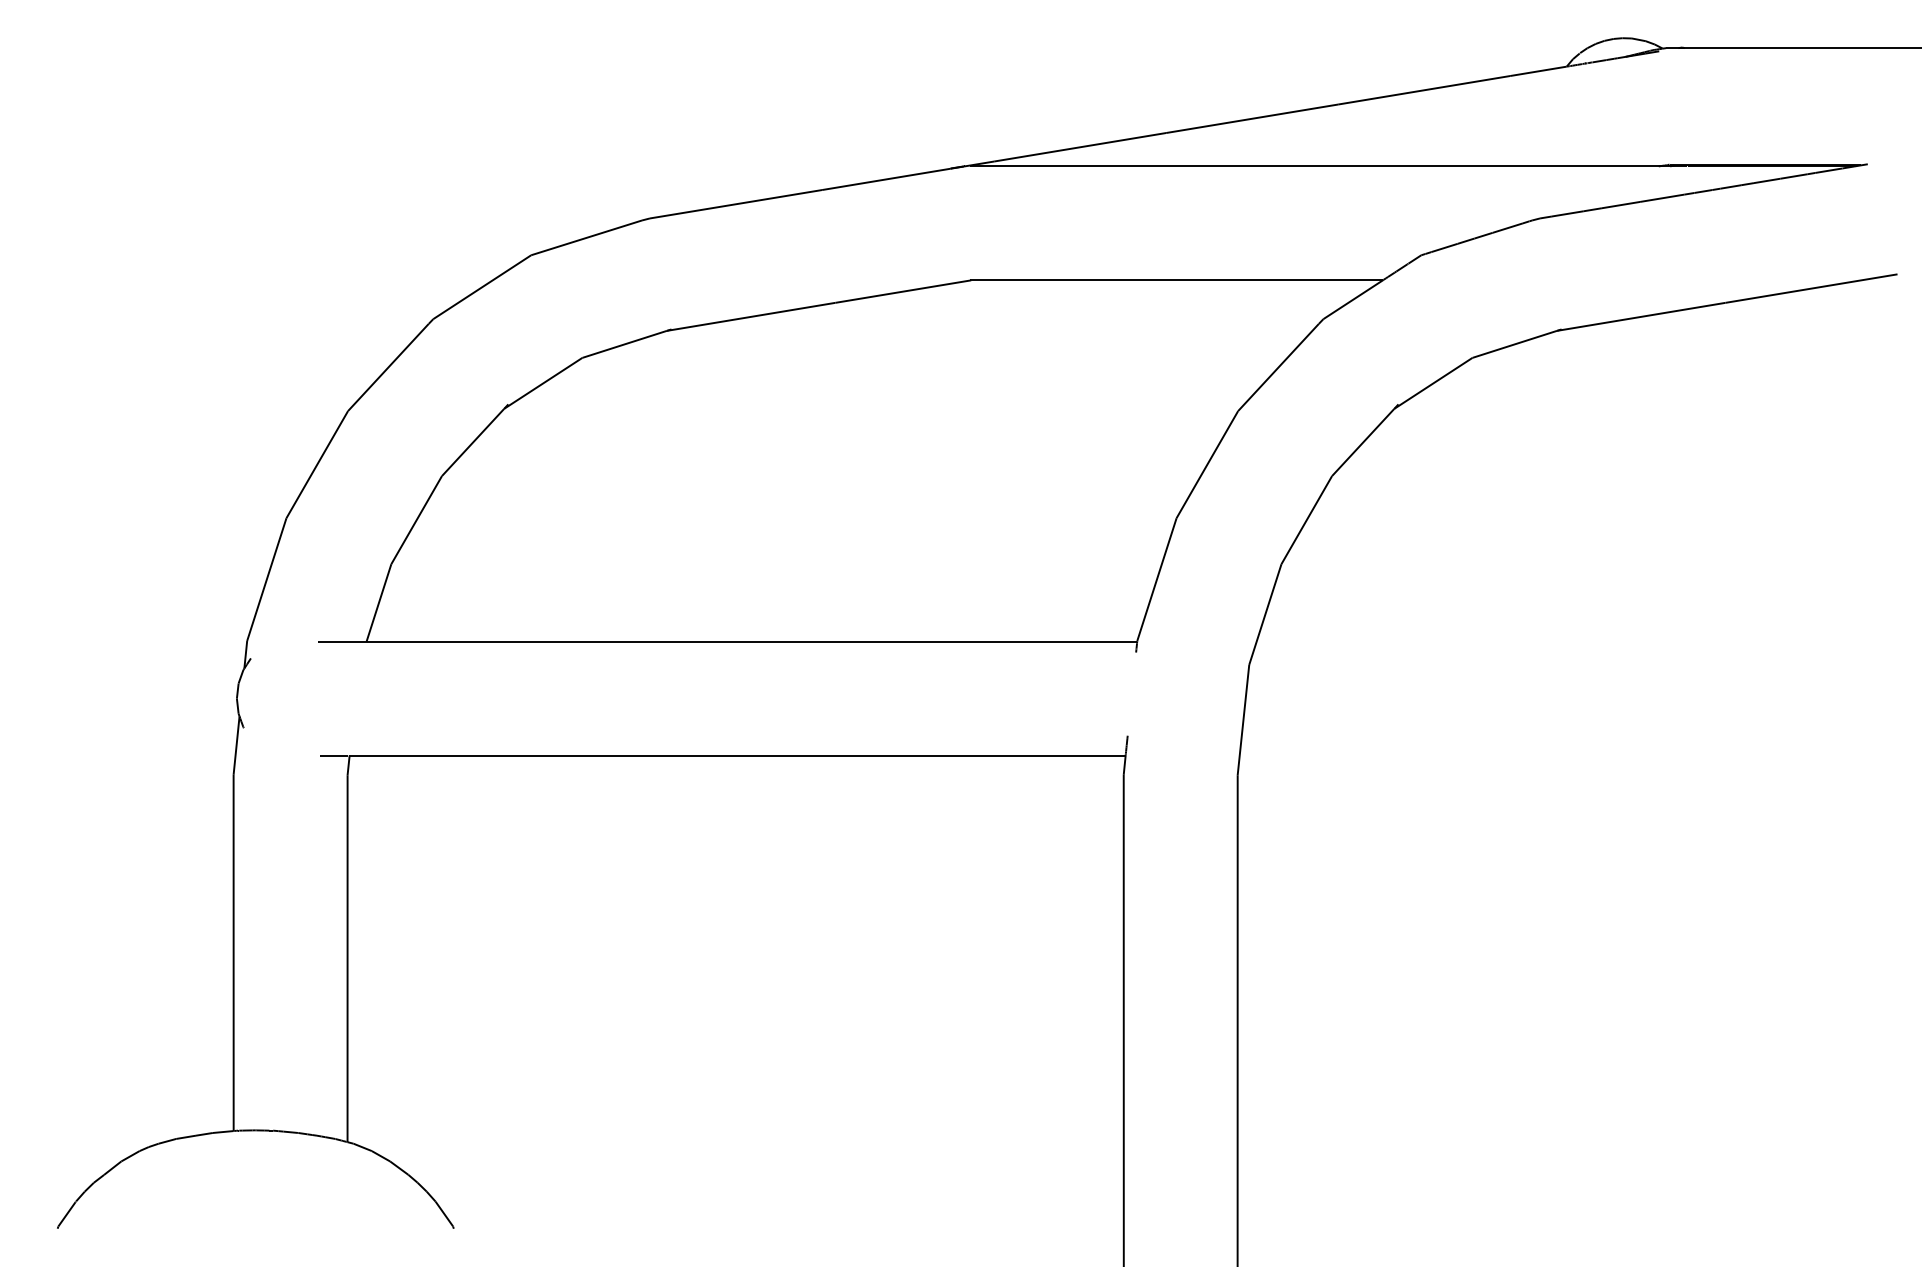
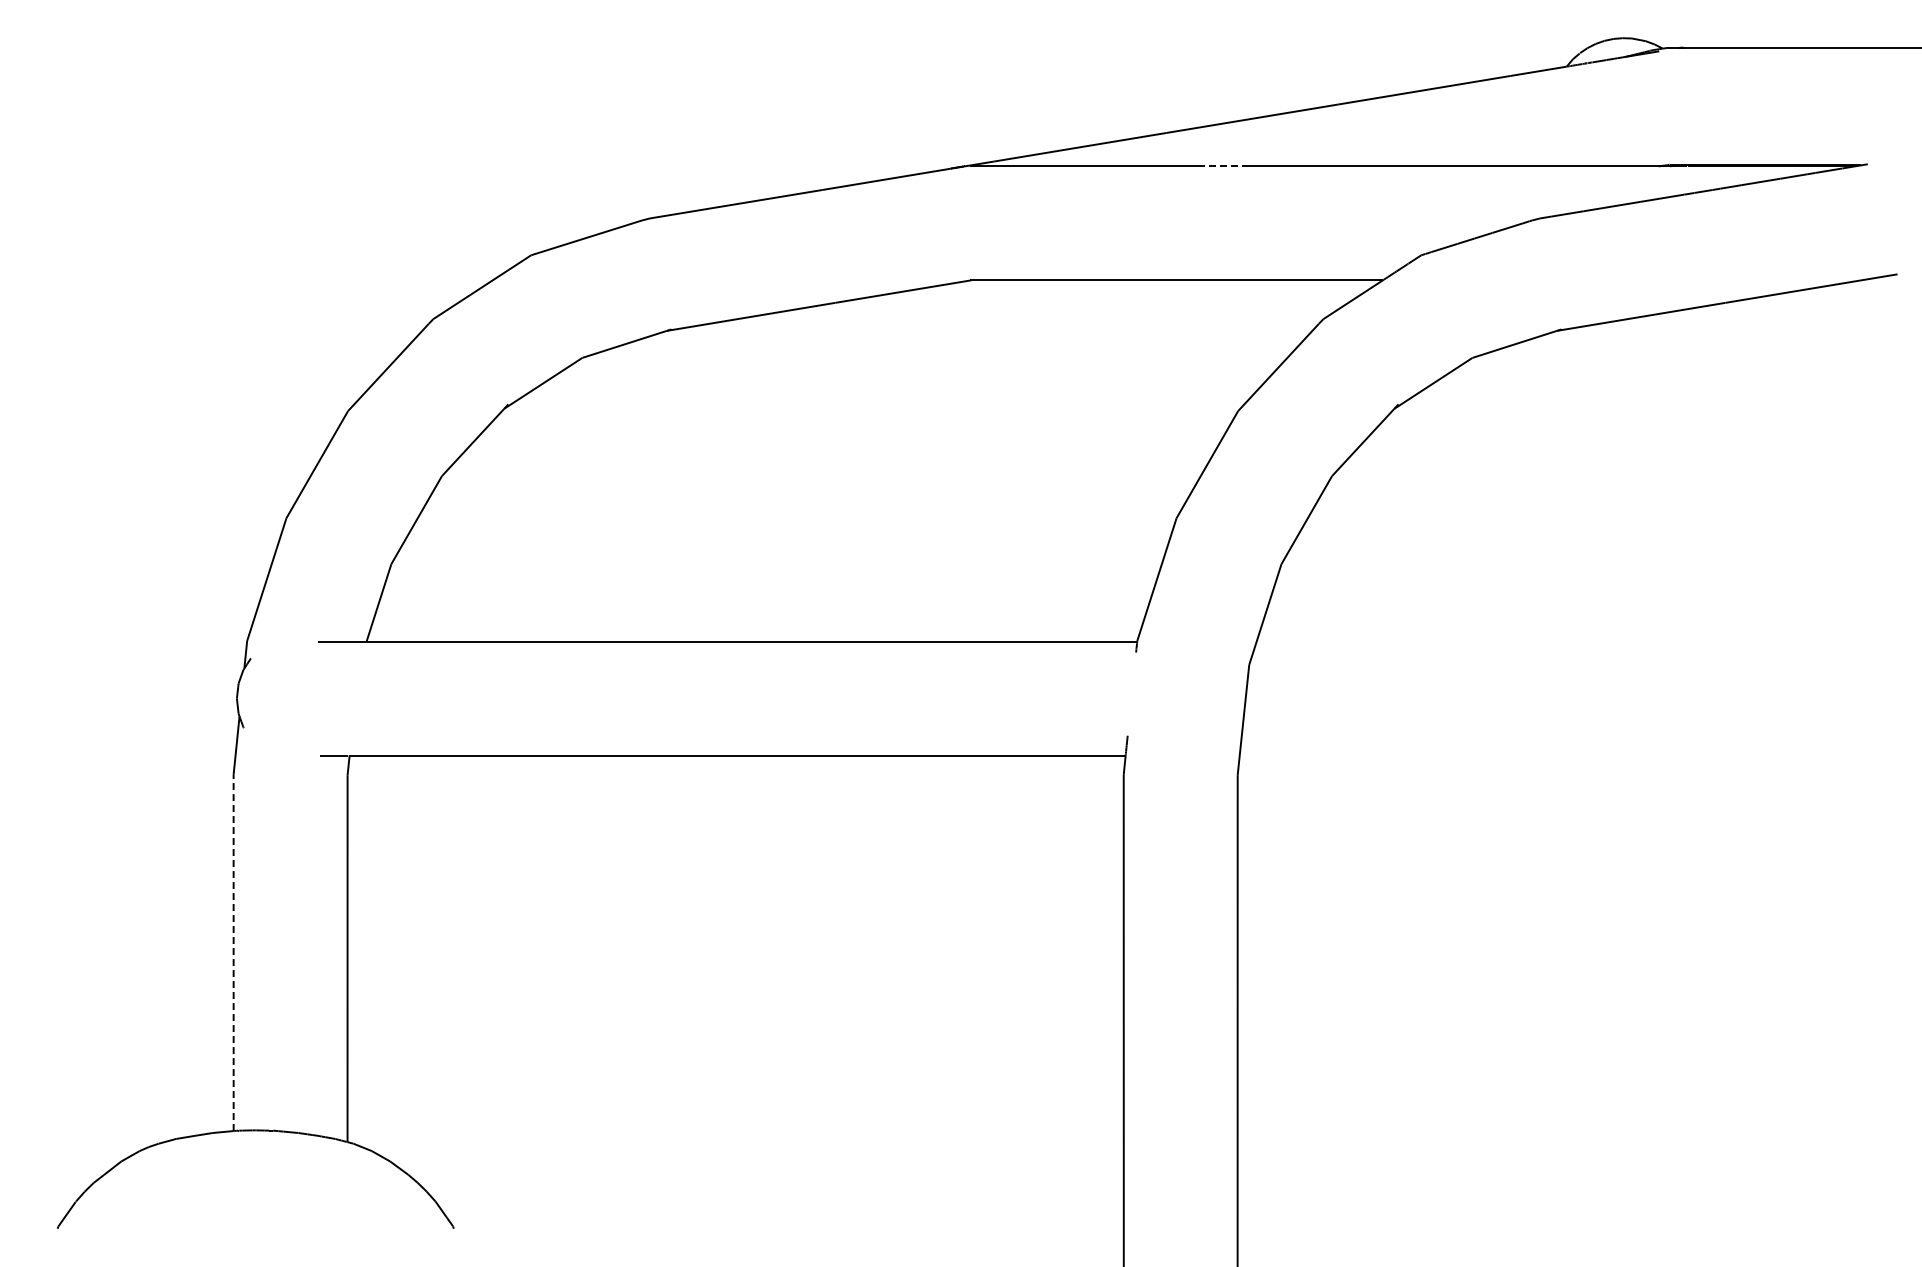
line at (1223, 166): solid -> dashed
line at (233, 952): solid -> dashed
